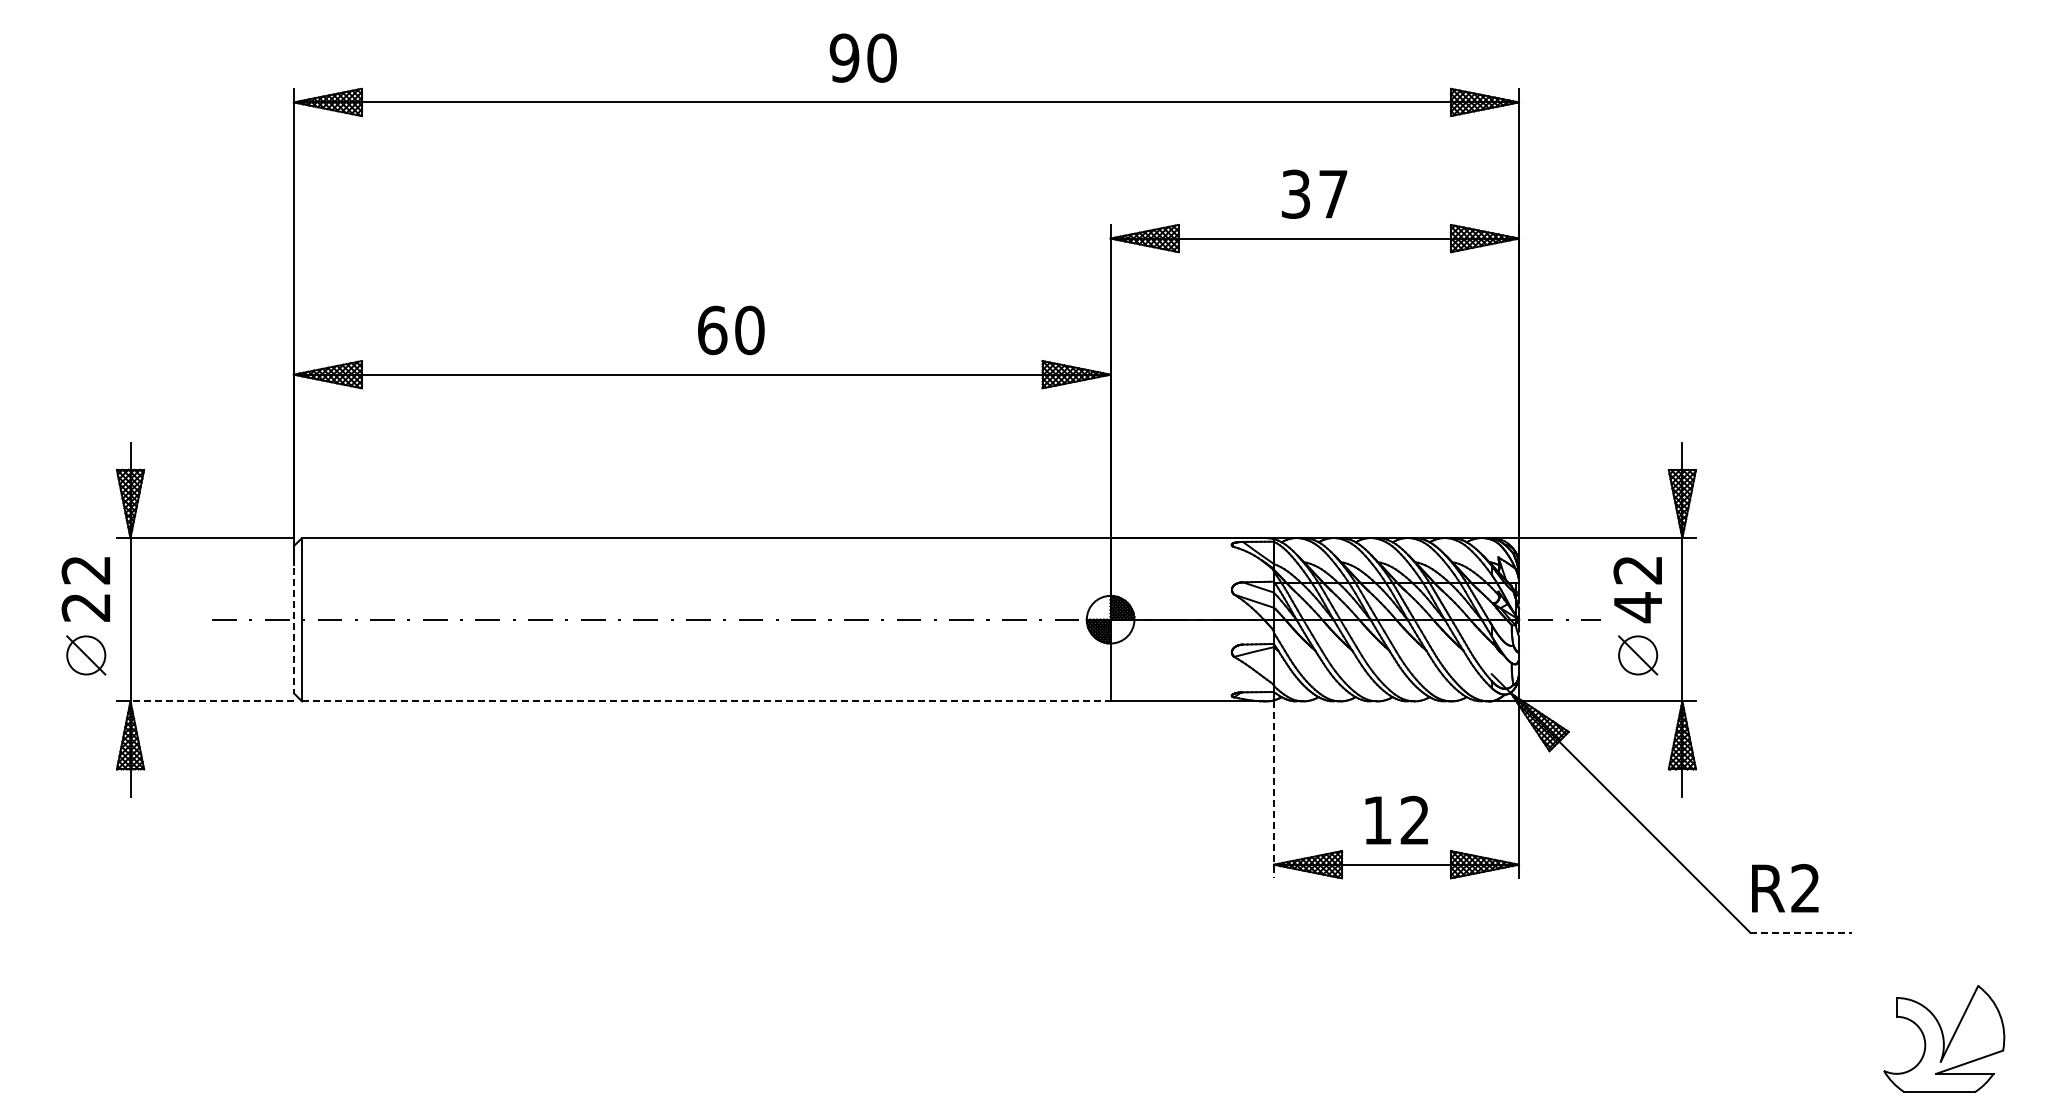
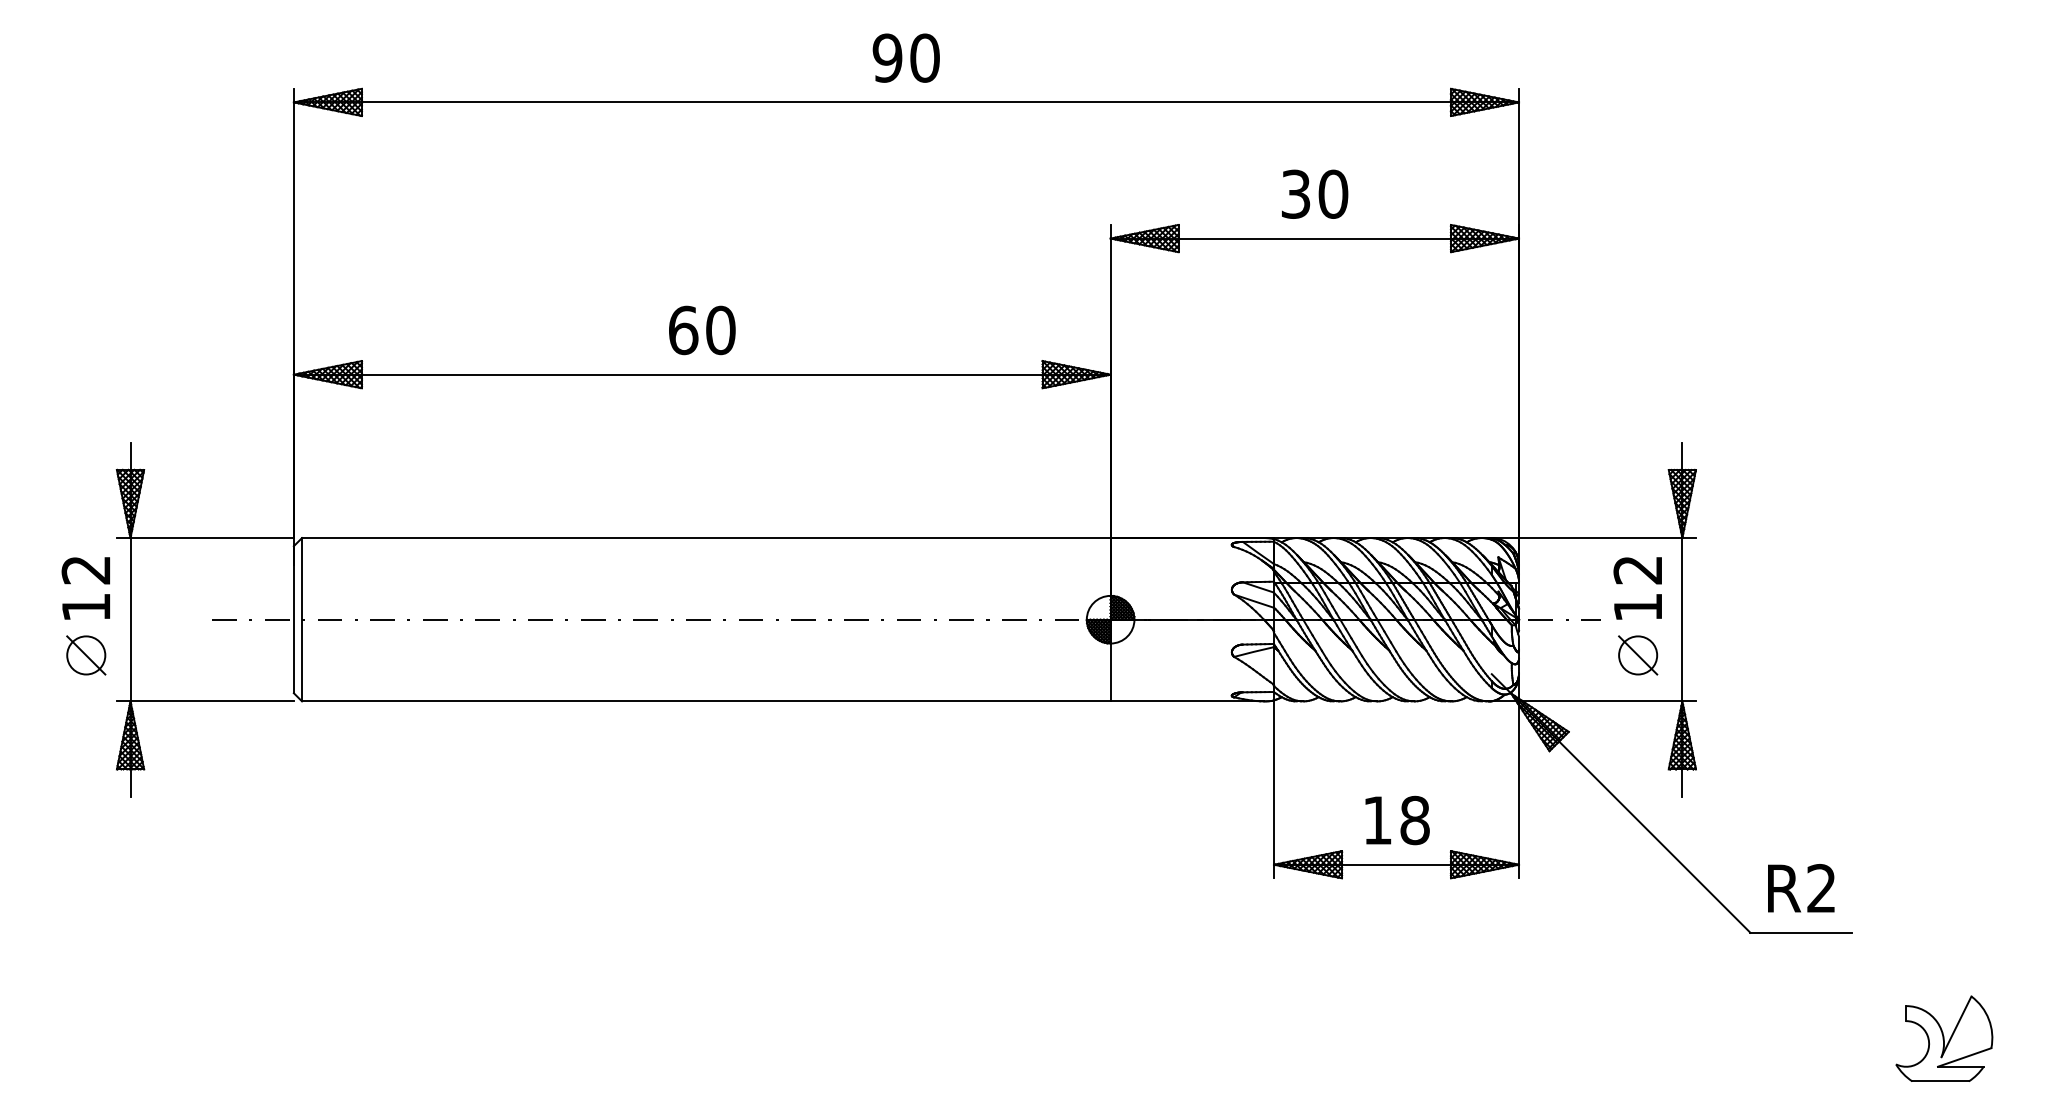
text at (862, 57) position: (862, 57) -> (905, 57)
text at (1333, 193): 37 -> 30
text at (731, 330) position: (731, 330) -> (702, 330)
text at (85, 607): 22 -> 12
text at (1637, 607): 42 -> 12
line at (293, 619): dashed -> solid
line at (212, 701): dashed -> solid
line at (706, 701): dashed -> solid
line at (1273, 790): dashed -> solid
text at (1414, 820): 12 -> 18
text at (1785, 888) position: (1785, 888) -> (1801, 888)
line at (1801, 932): dashed -> solid
part at (1944, 1038) size: 123x108 px -> 99x87 px
